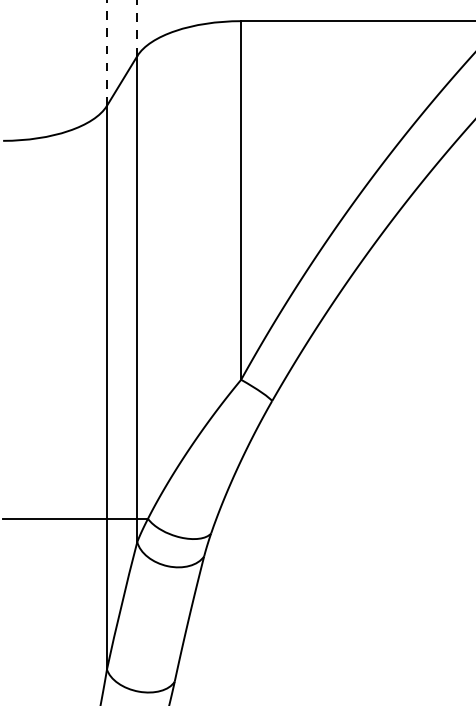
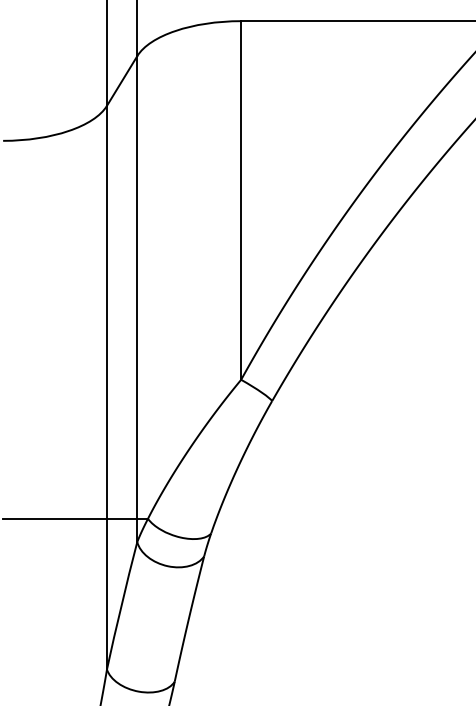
line at (137, 28): dashed -> solid
line at (107, 52): dashed -> solid
